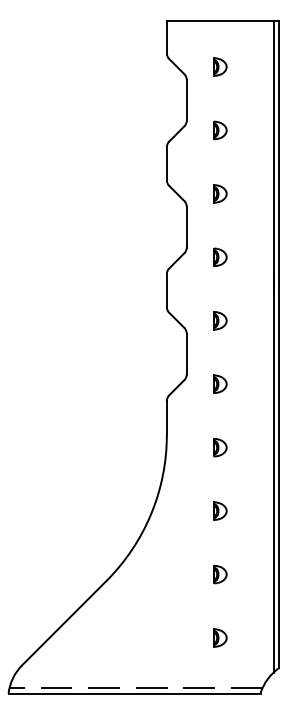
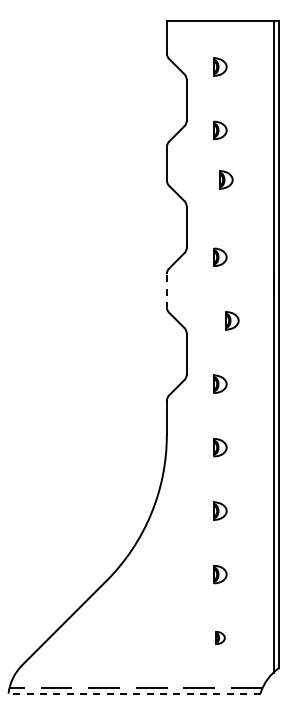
part at (220, 193) position: (220, 193) -> (226, 179)
line at (166, 291): solid -> dashed
part at (220, 320) position: (220, 320) -> (232, 320)
part at (220, 637) size: 15x20 px -> 11x14 px
line at (134, 693): solid -> dashed
